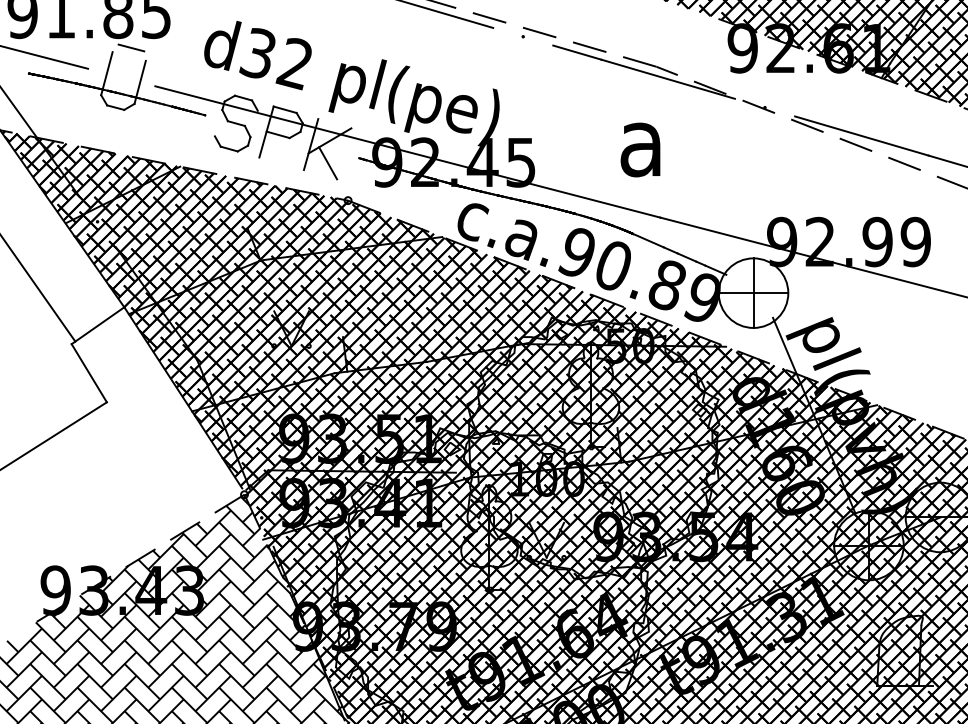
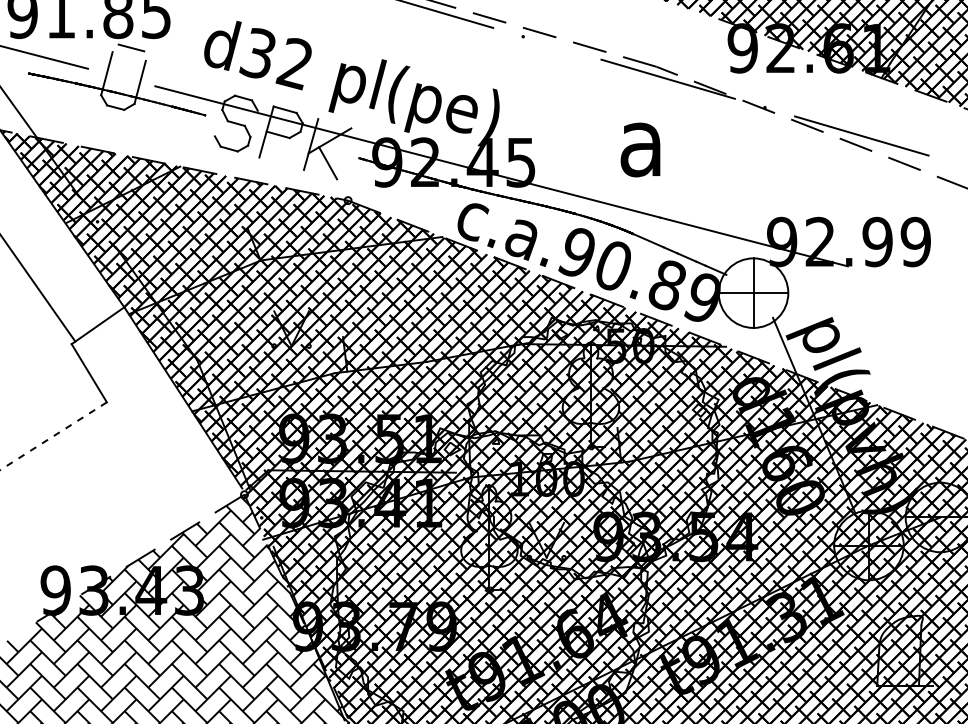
line at (577, 52): present -> none
line at (946, 160): present -> none
line at (905, 281): present -> none
line at (53, 436): solid -> dashed
